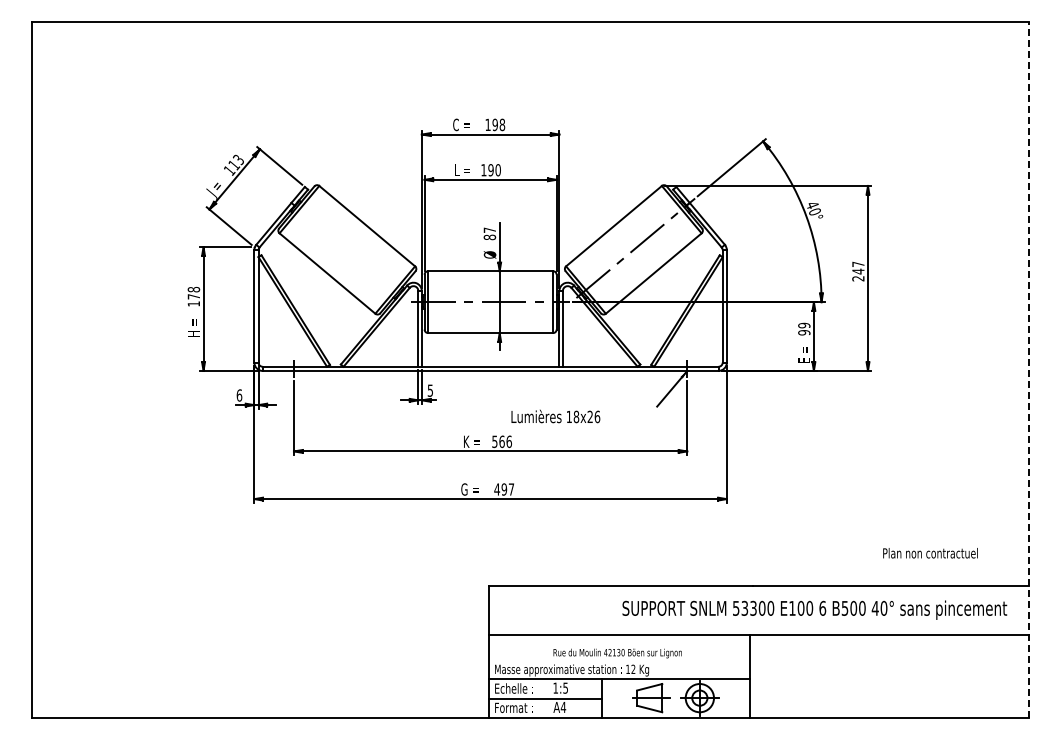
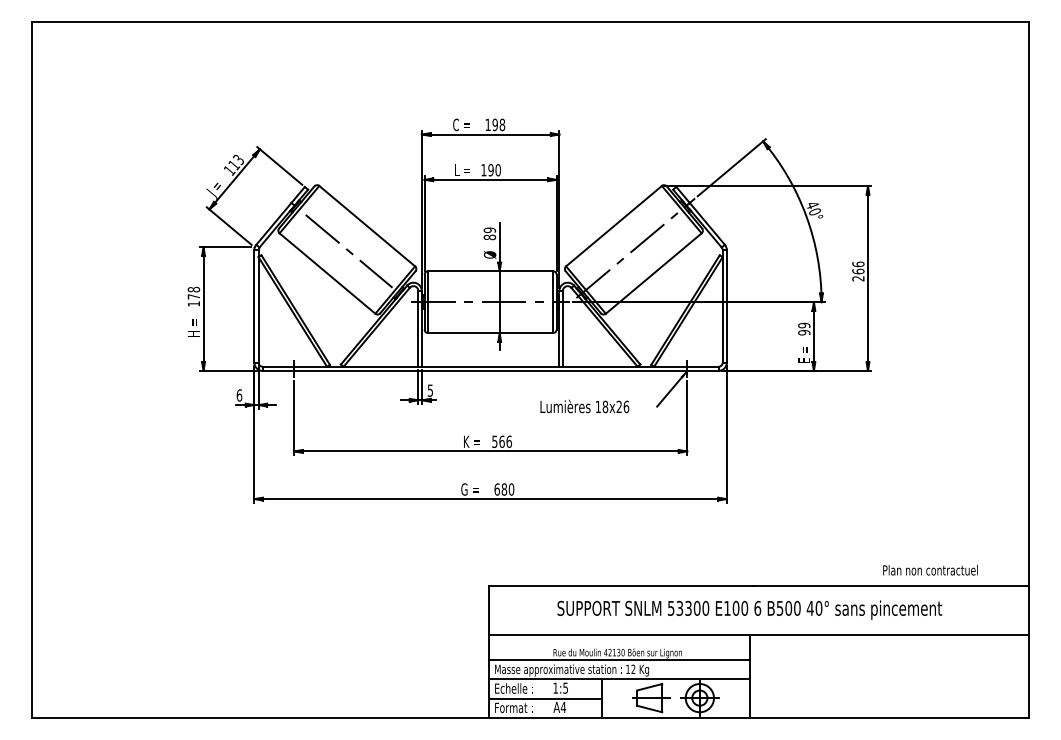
text at (489, 230): 87 -> 89
line at (348, 250): none -> present
text at (858, 267): 247 -> 266
line at (1029, 370): dashed -> solid
text at (555, 416) position: (555, 416) -> (584, 406)
text at (504, 489): 497 -> 680
text at (930, 553) position: (930, 553) -> (930, 570)
text at (814, 609) position: (814, 609) -> (749, 609)
line at (619, 660): none -> present
